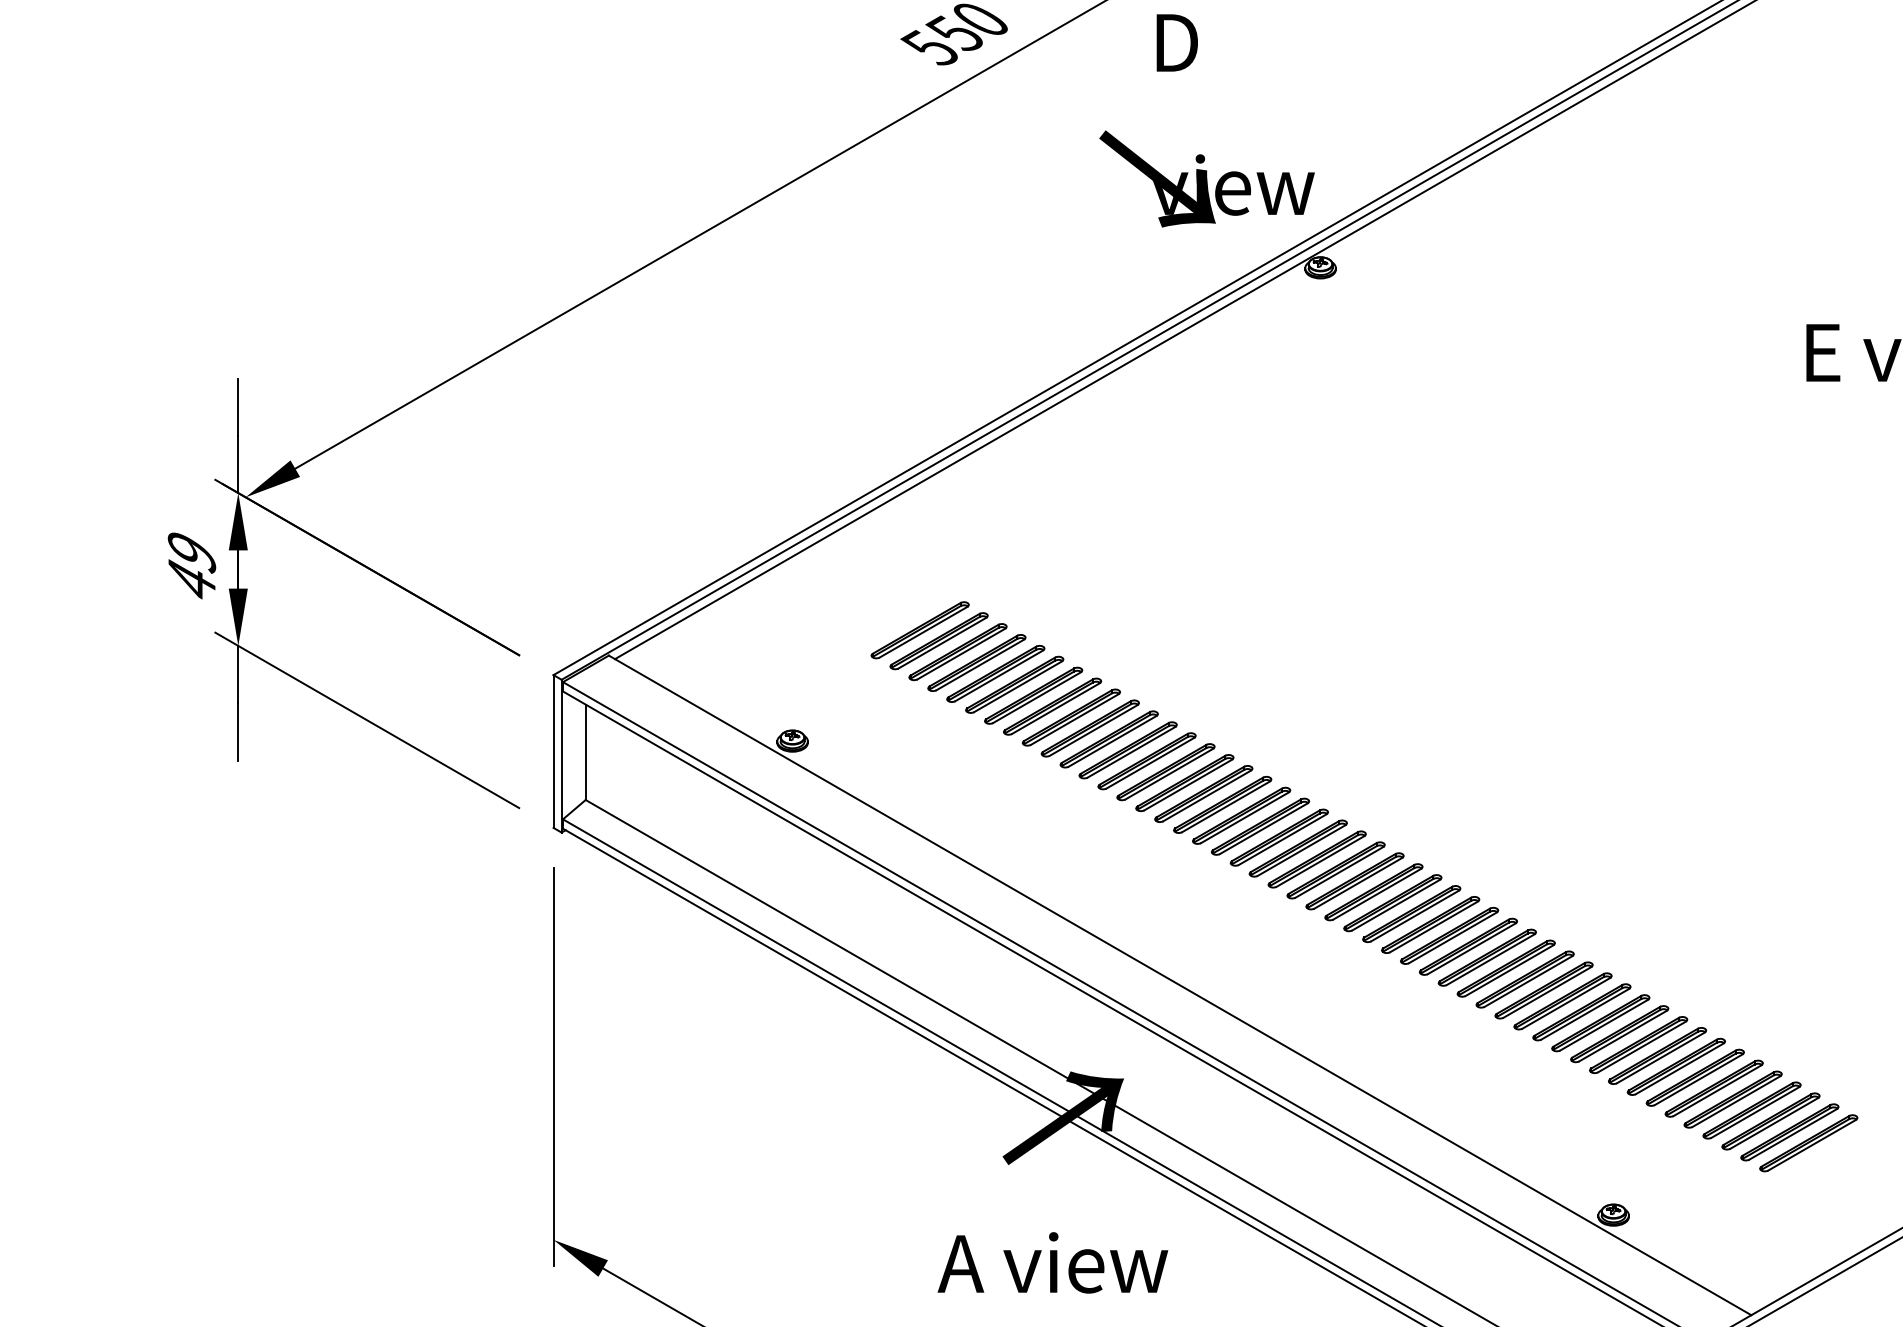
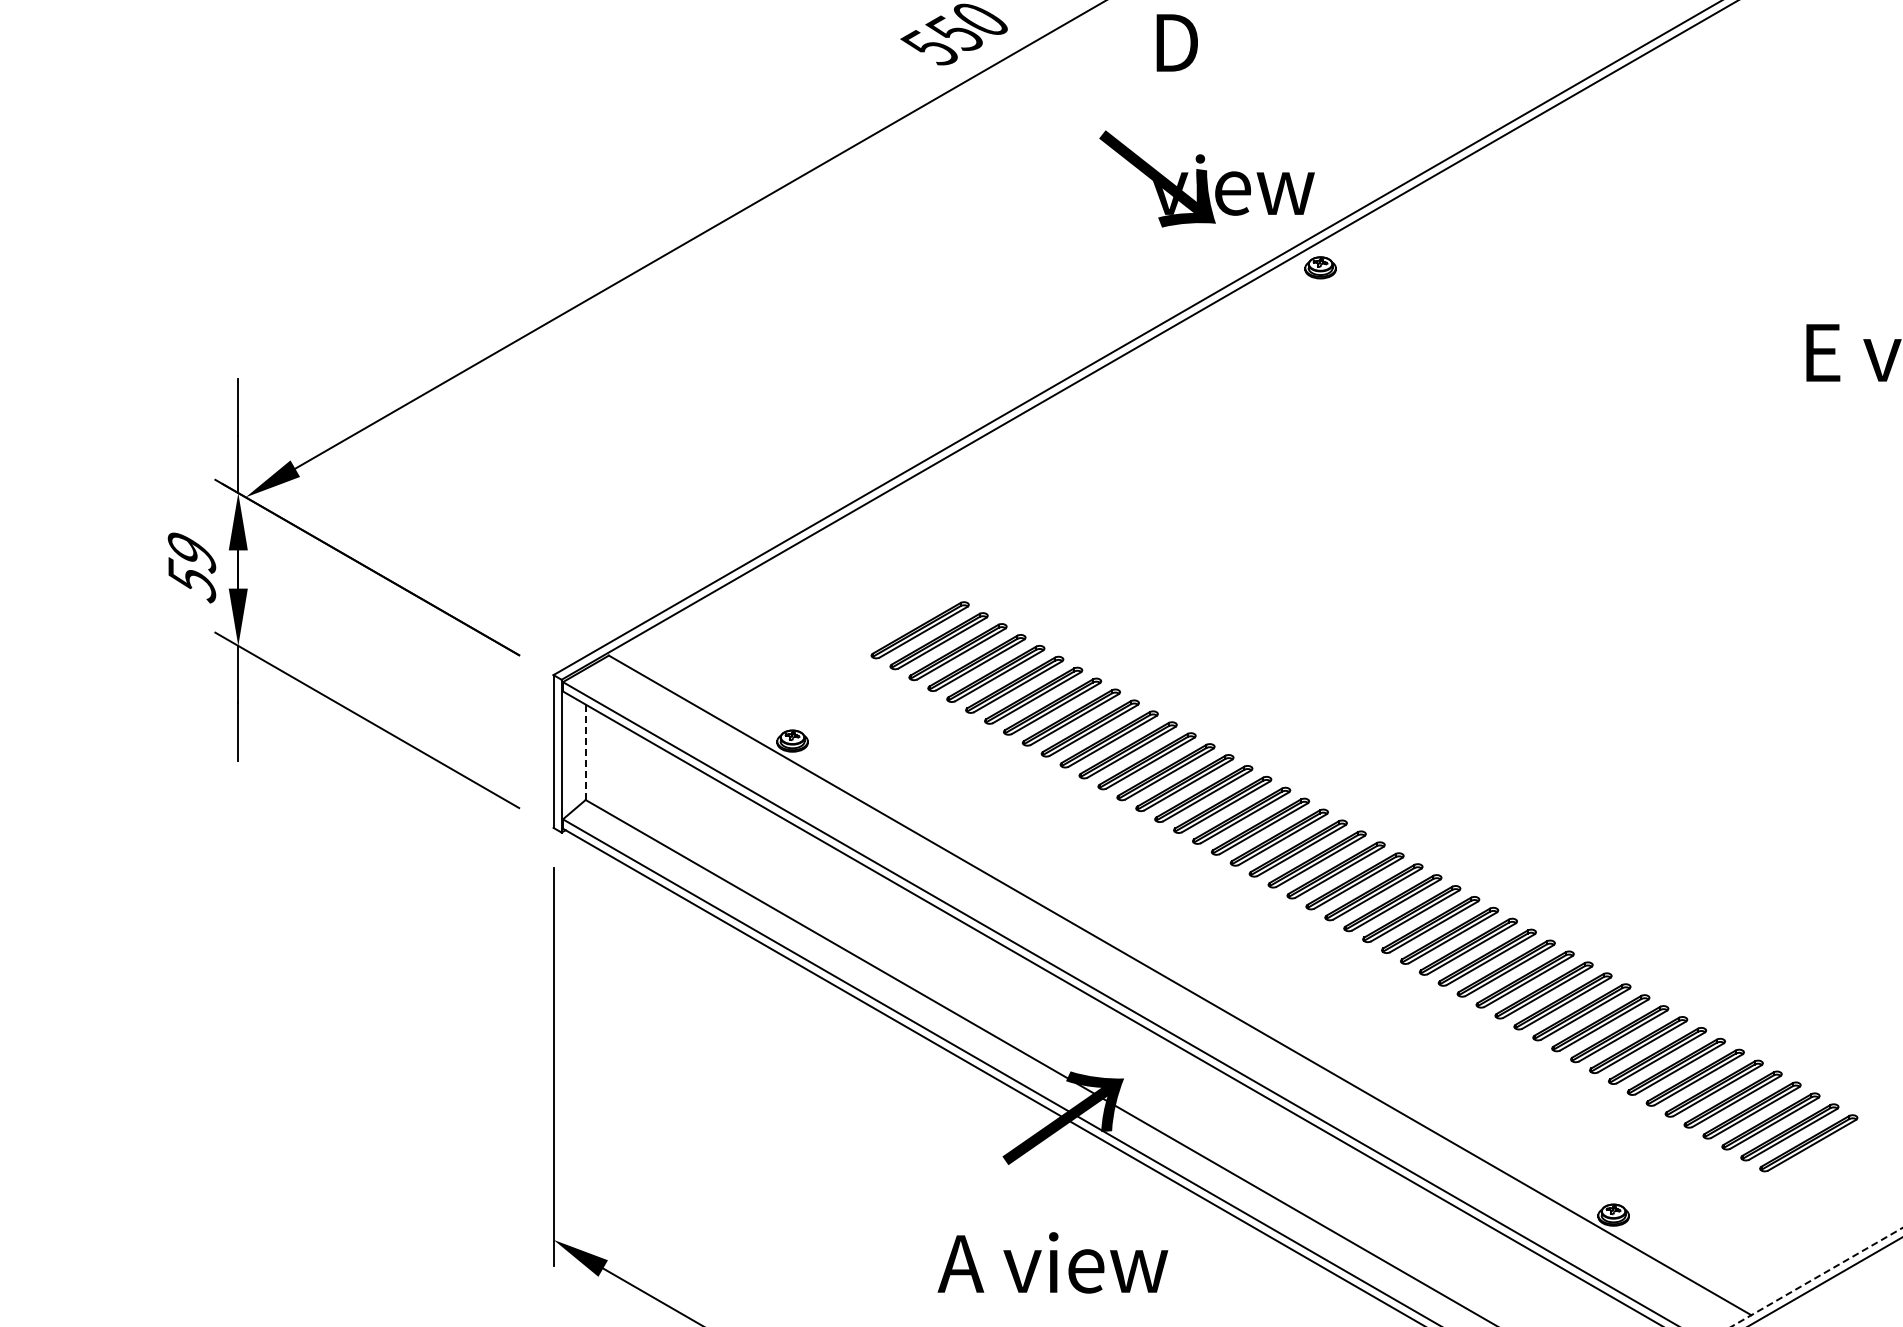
line at (1184, 330): present -> none
text at (192, 580): 49 -> 59
line at (585, 752): solid -> dashed
line at (1816, 1277): solid -> dashed
